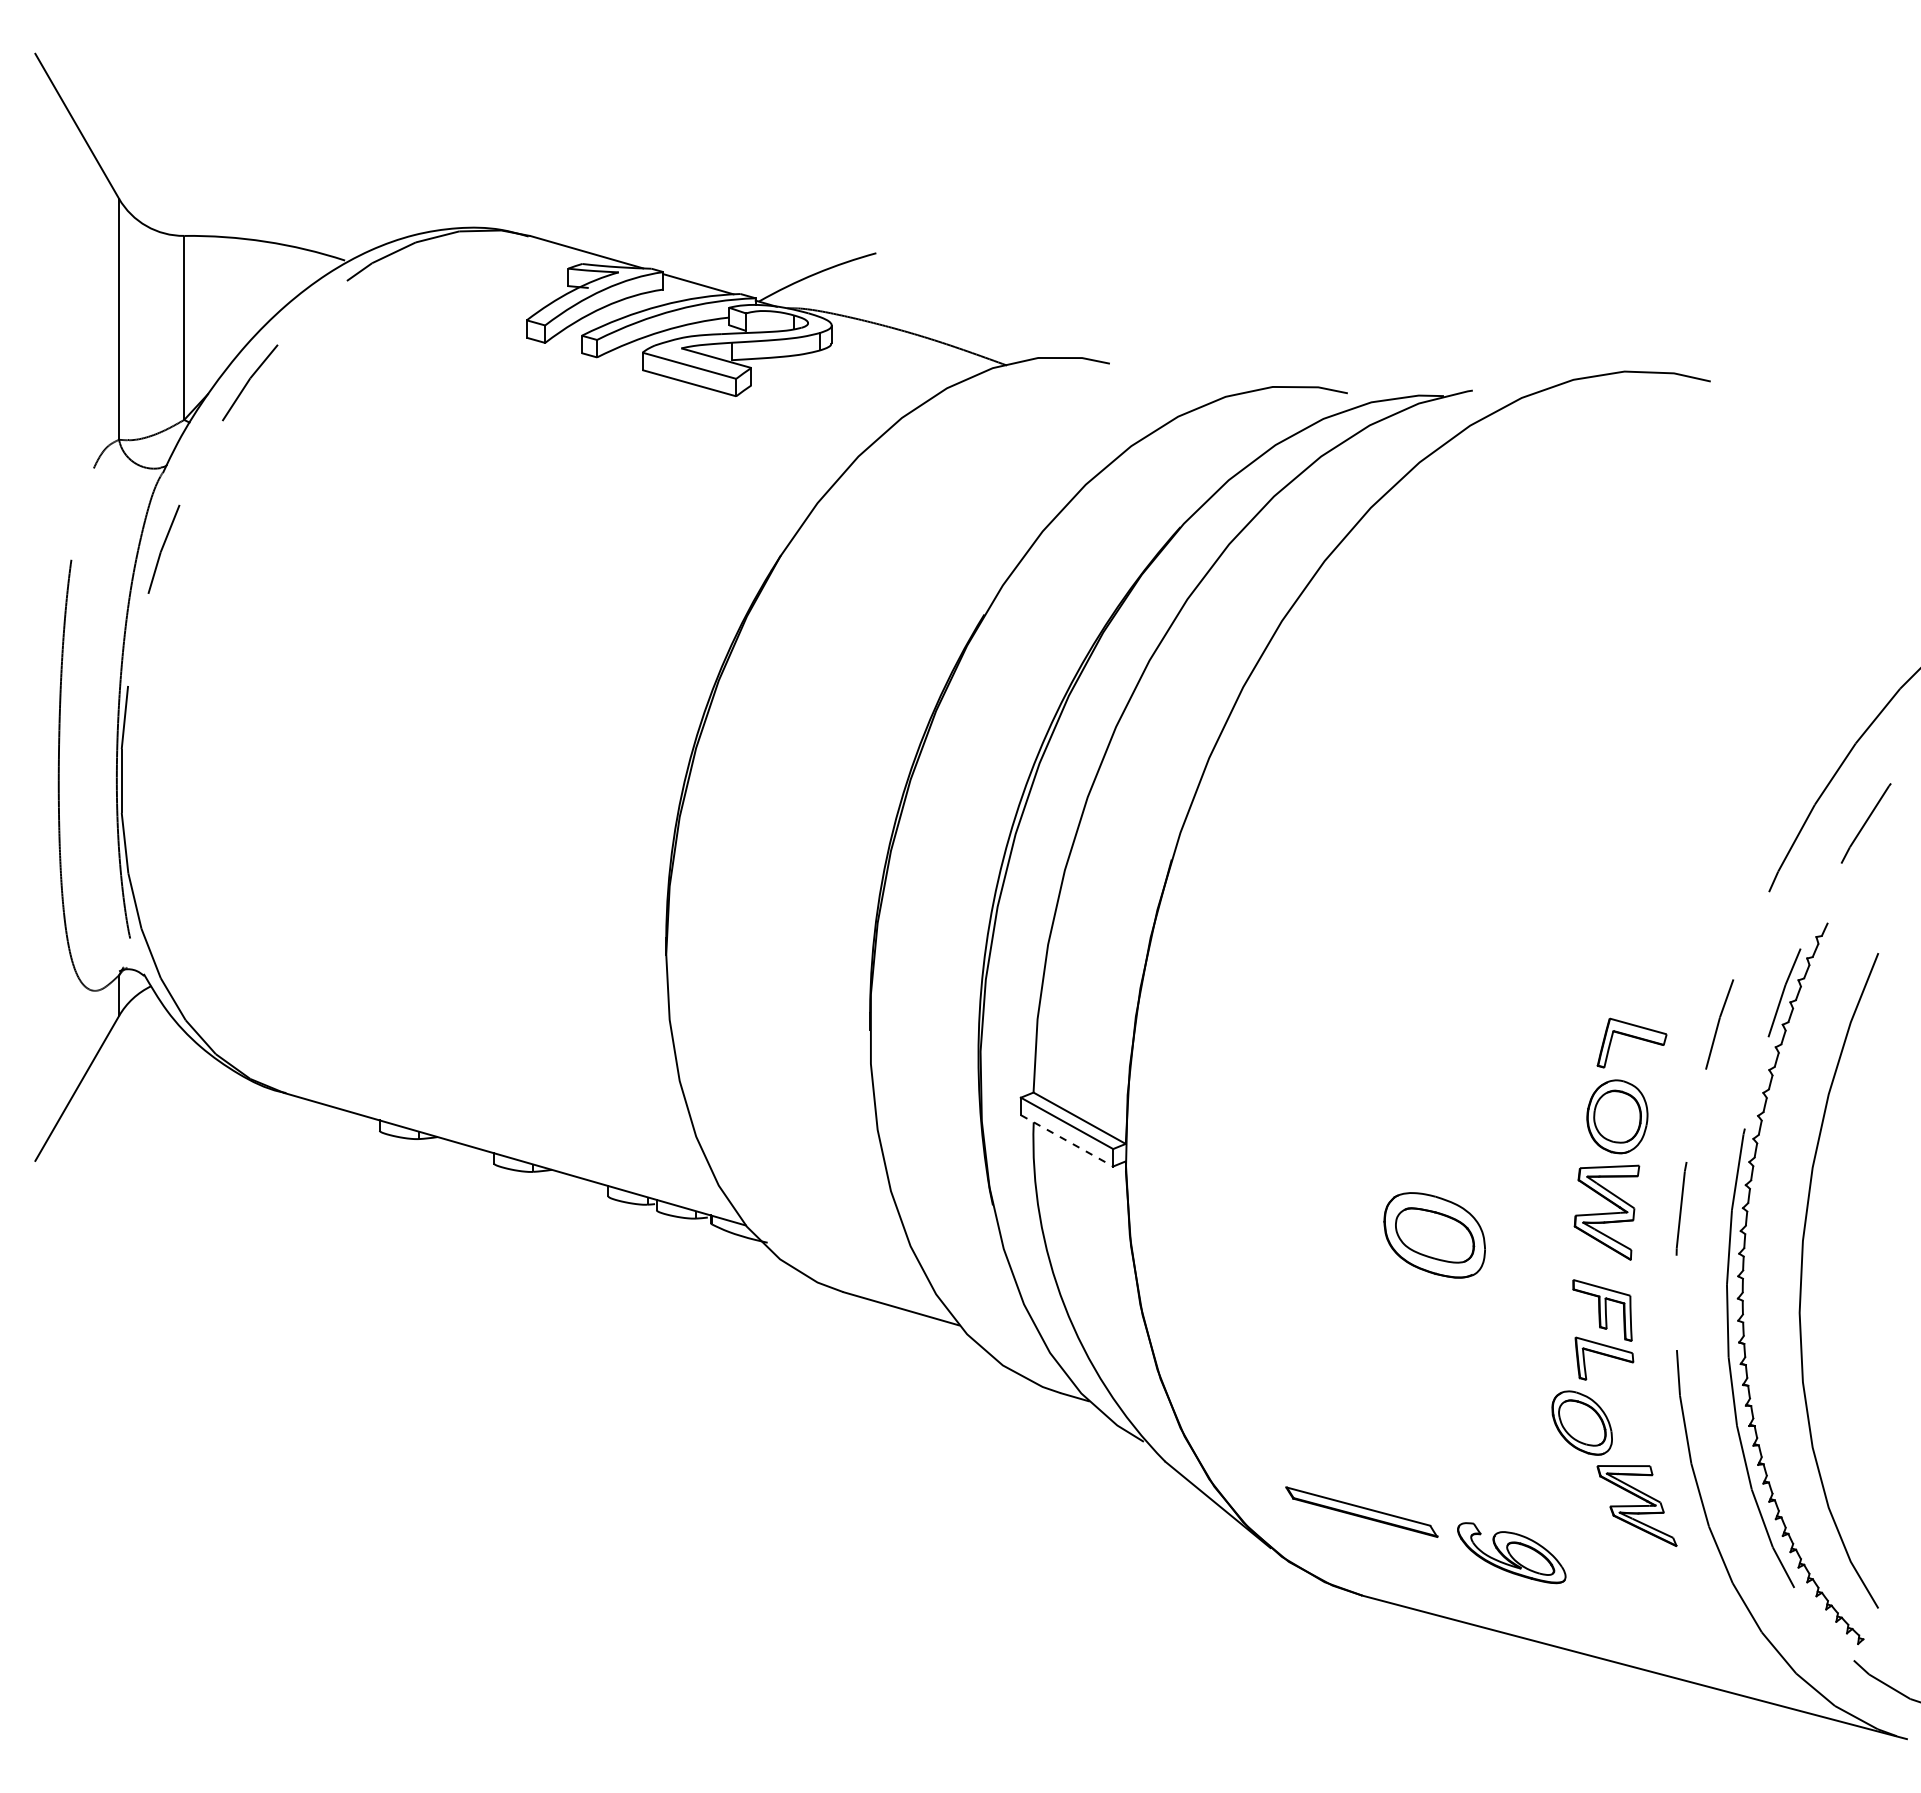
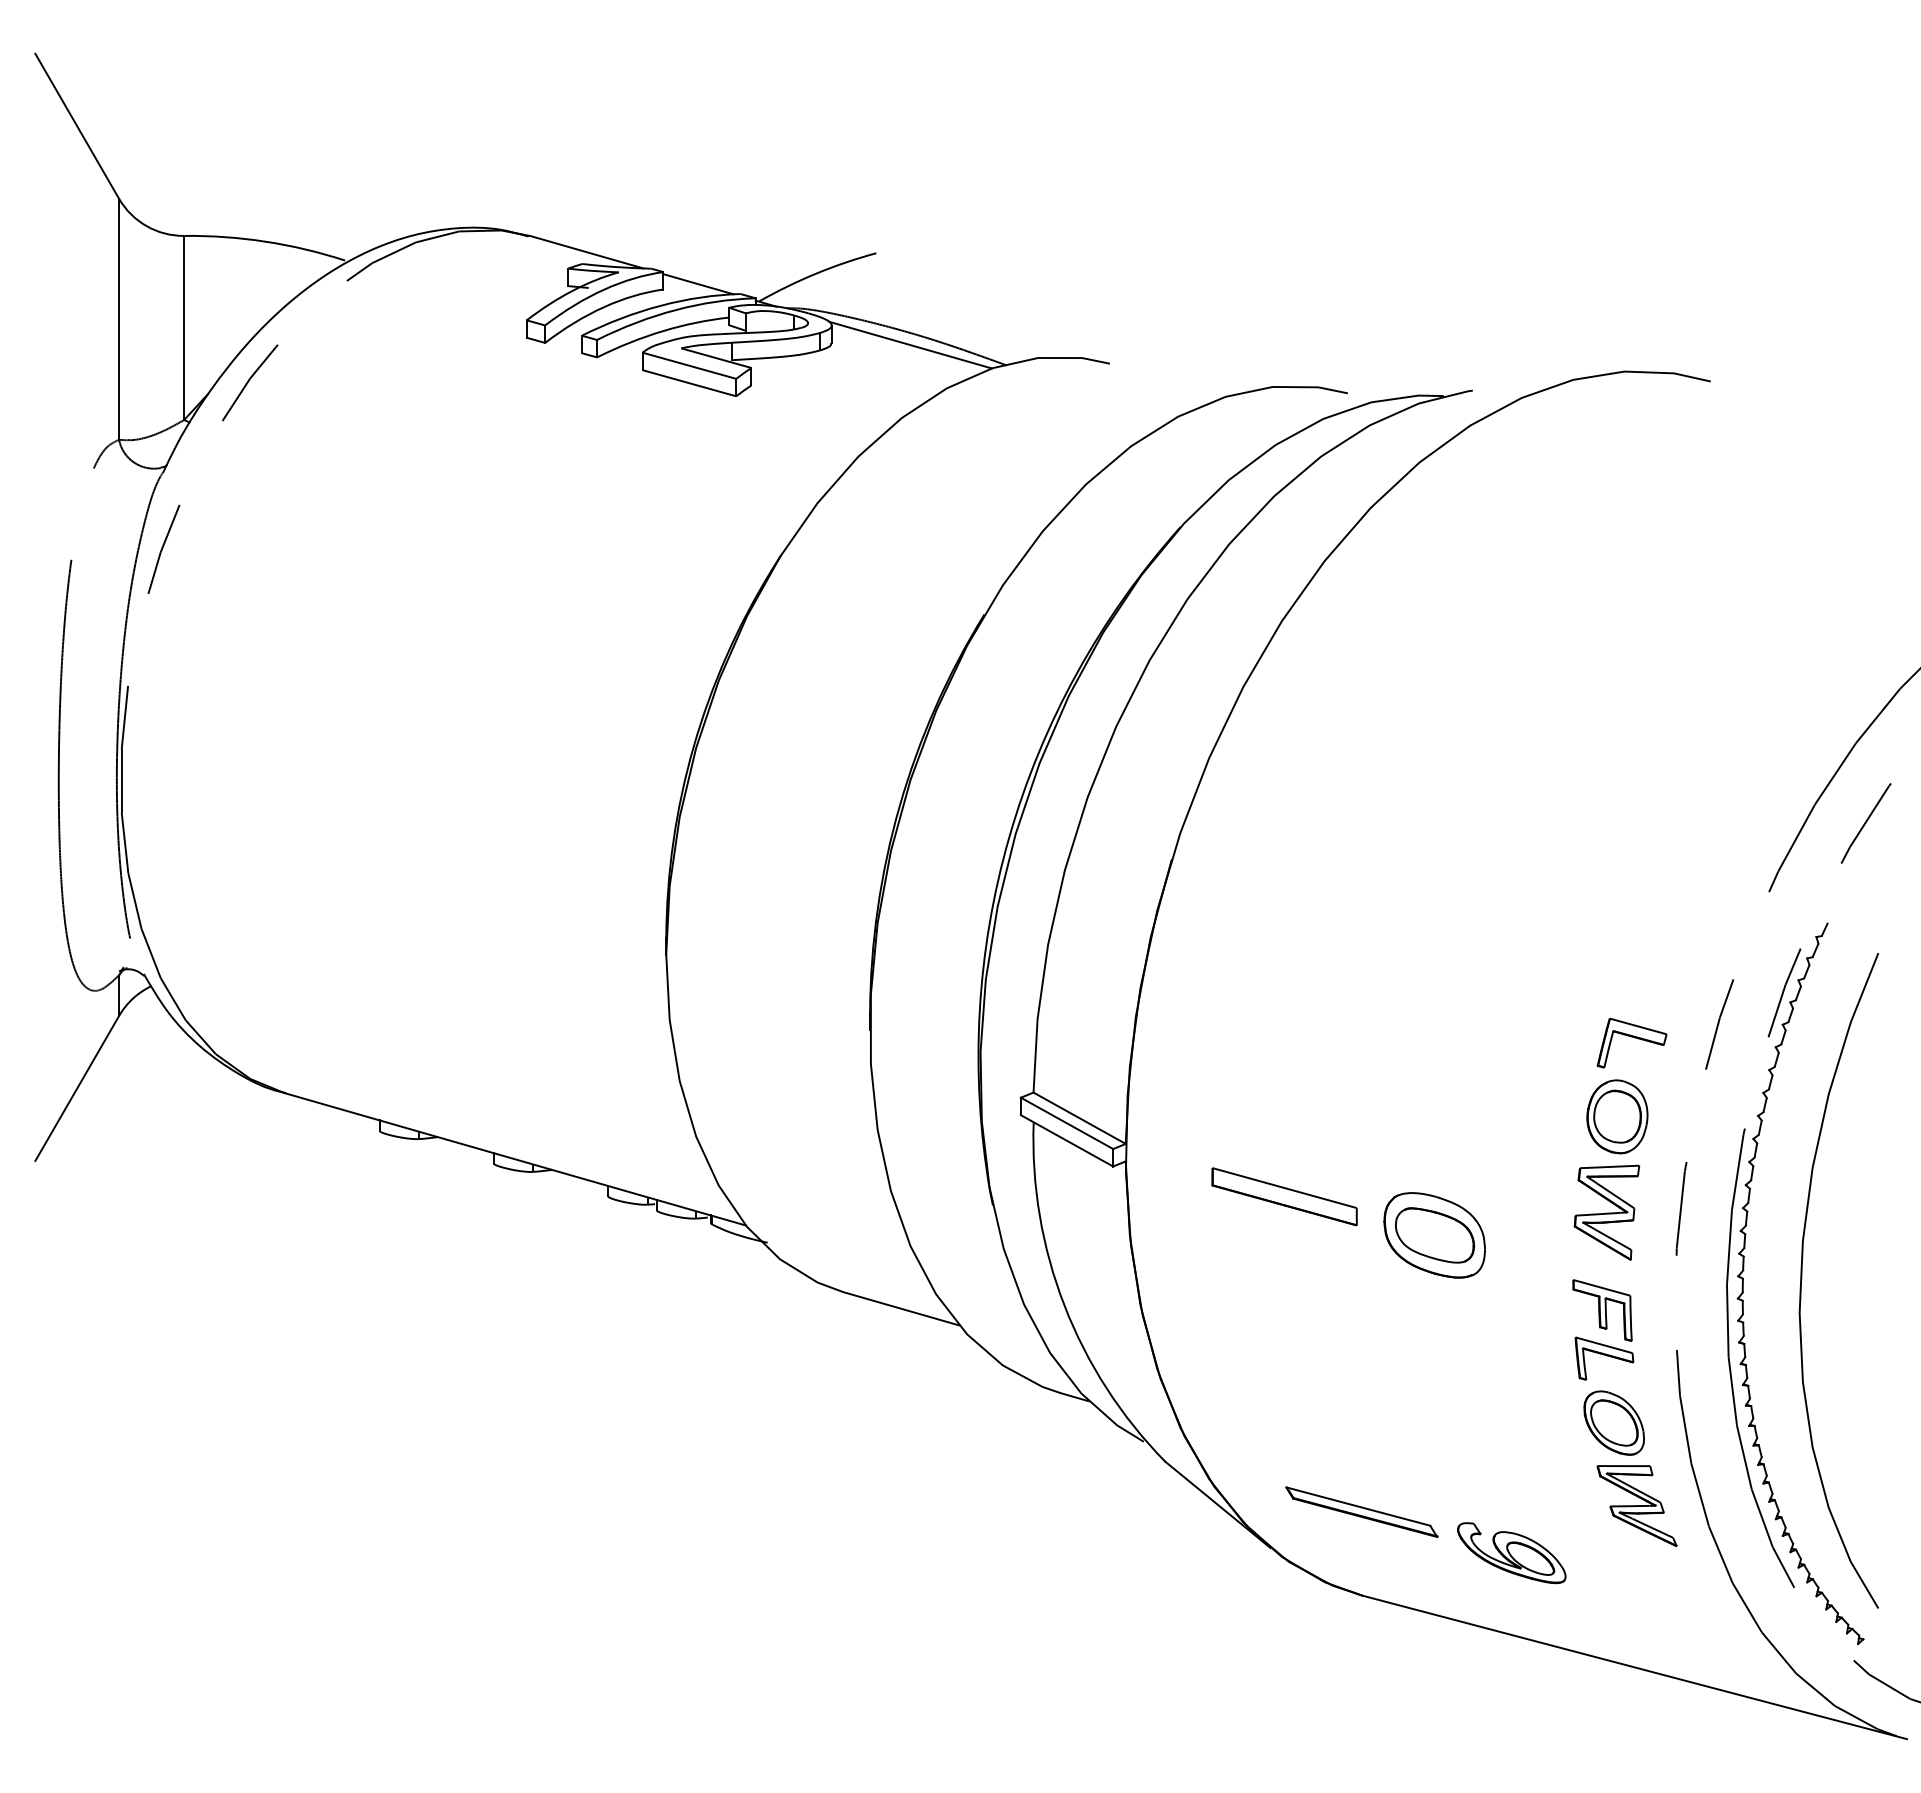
line at (910, 344): none -> present
line at (1067, 1140): dashed -> solid
part at (1284, 1196): none -> present
part at (1581, 1422) position: (1581, 1422) -> (1613, 1422)
